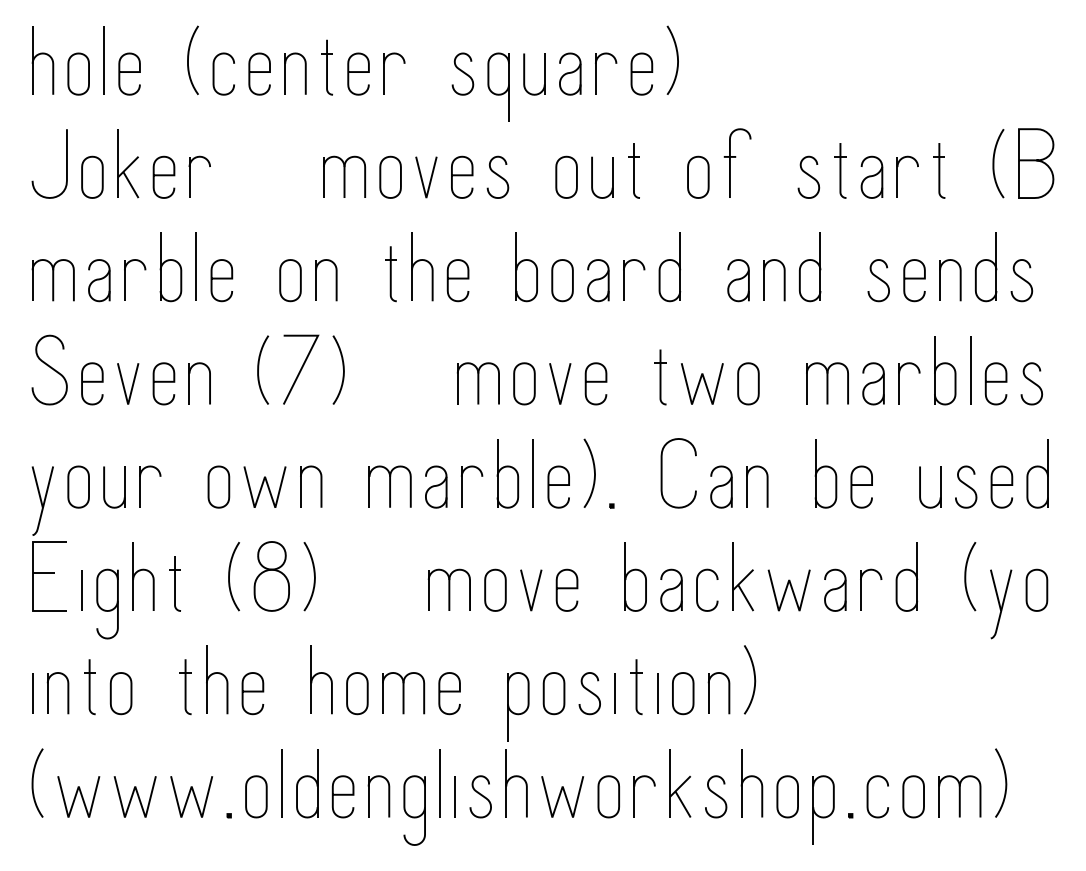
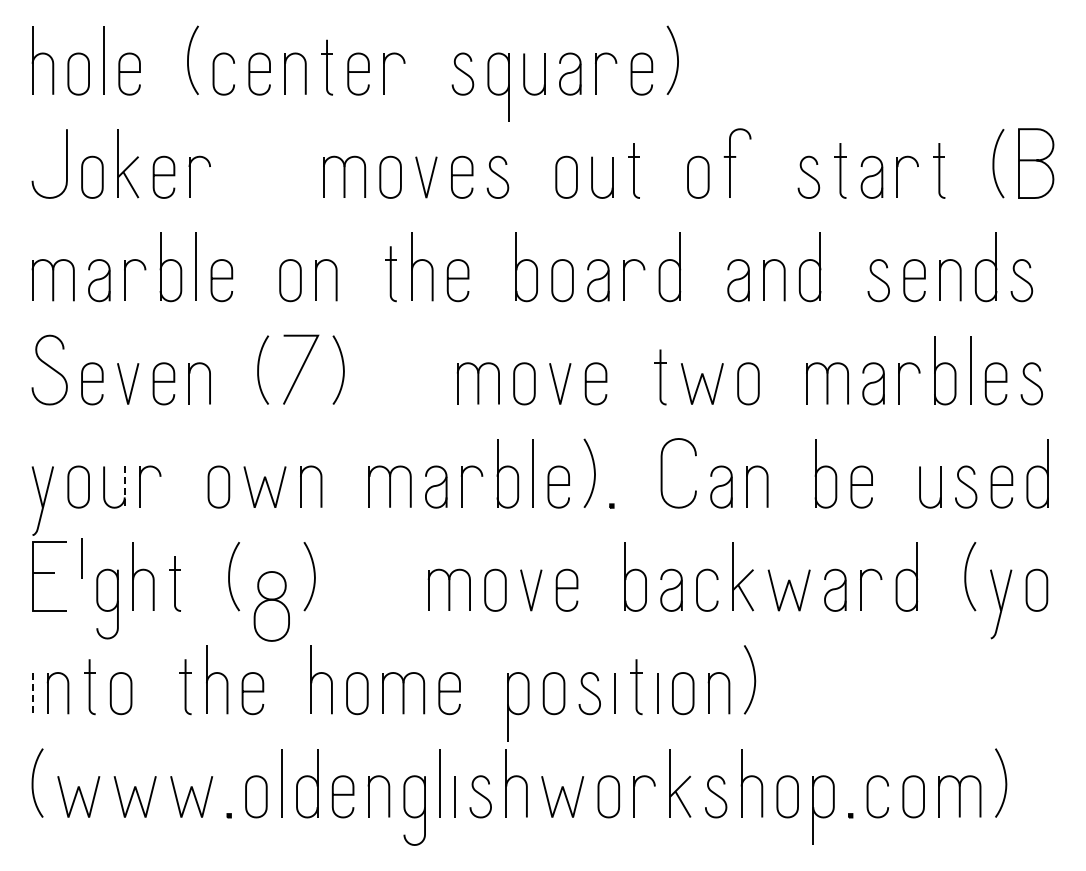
line at (124, 487): solid -> dashed
part at (271, 576) position: (271, 576) -> (271, 606)
line at (81, 590) position: (81, 590) -> (81, 558)
line at (32, 693): solid -> dashed
